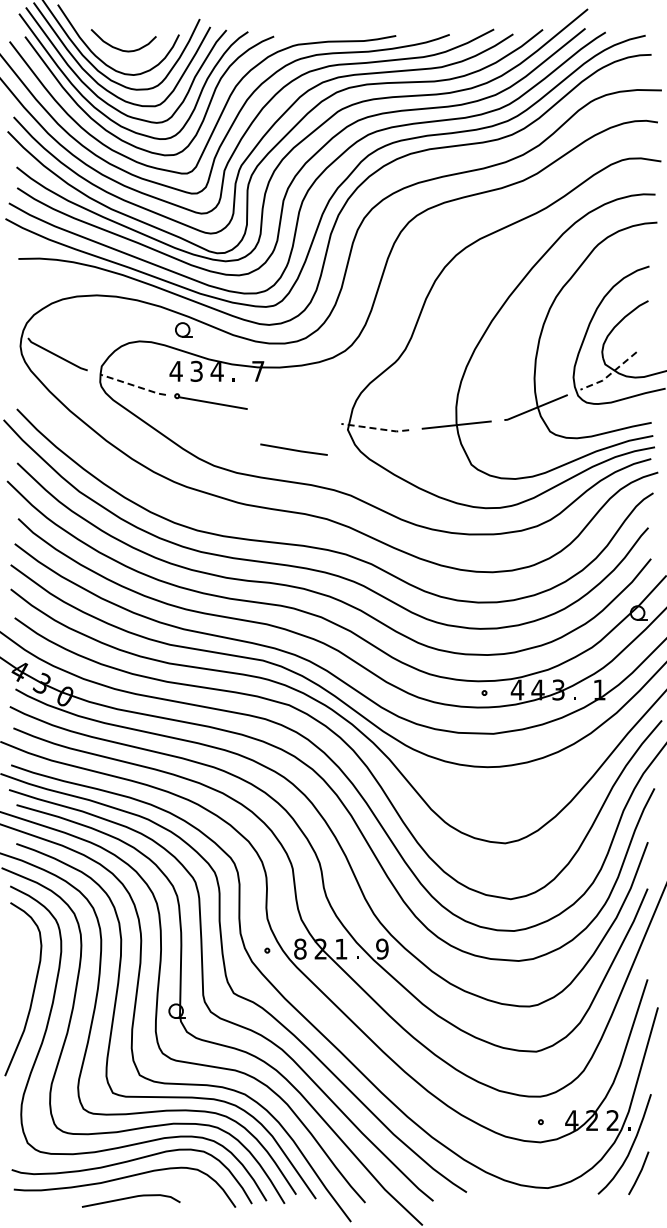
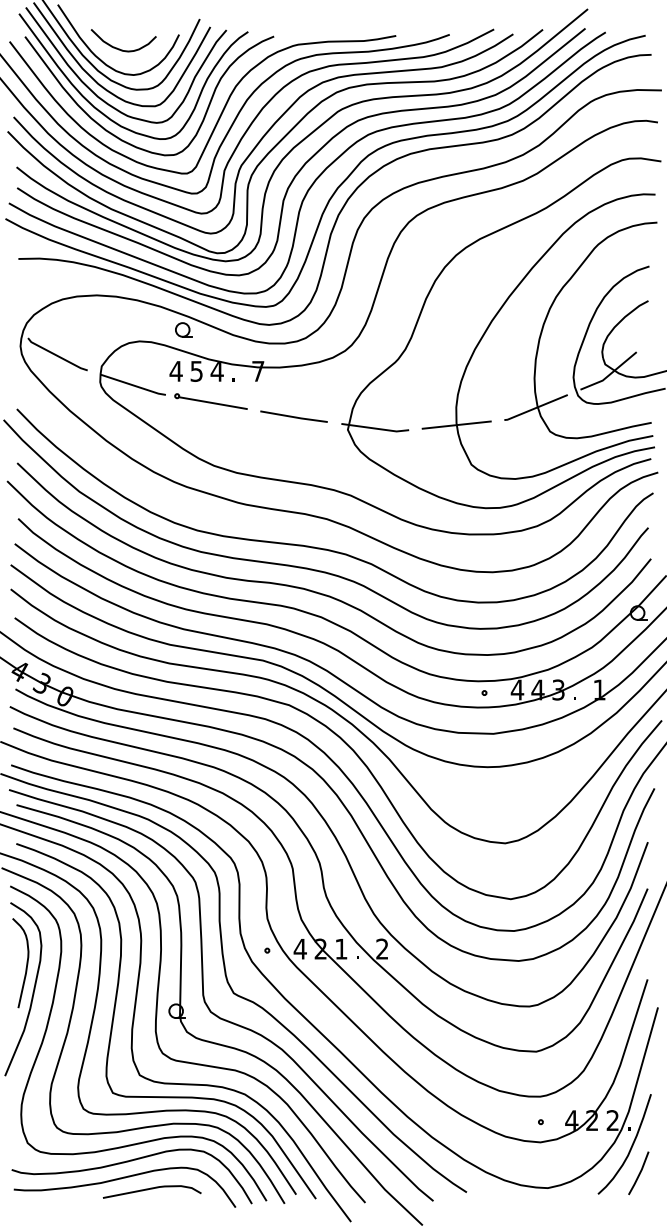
text at (196, 370): 3 -> 5
line at (609, 374): dashed -> solid
line at (133, 385): dashed -> solid
line at (375, 428): dashed -> solid
line at (293, 449) position: (293, 449) -> (293, 416)
text at (299, 948): 8 -> 4
text at (382, 948): 9 -> 2
curve at (26, 963): none -> present
curve at (131, 1198) position: (131, 1198) -> (152, 1189)
